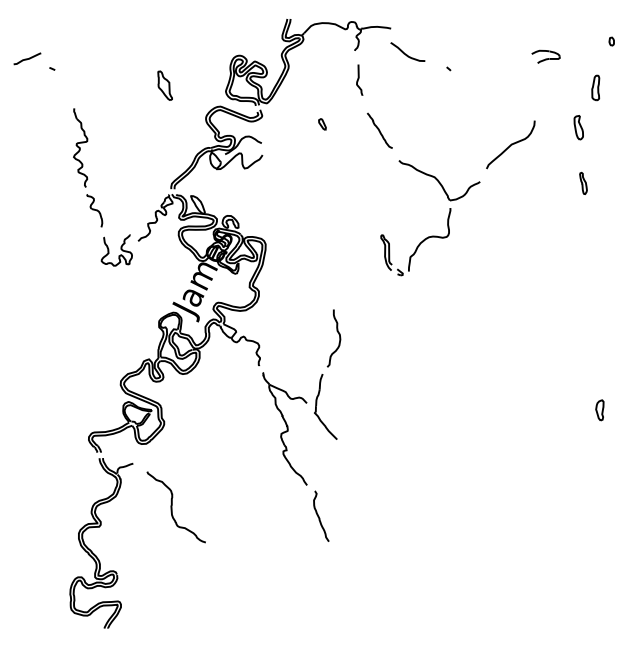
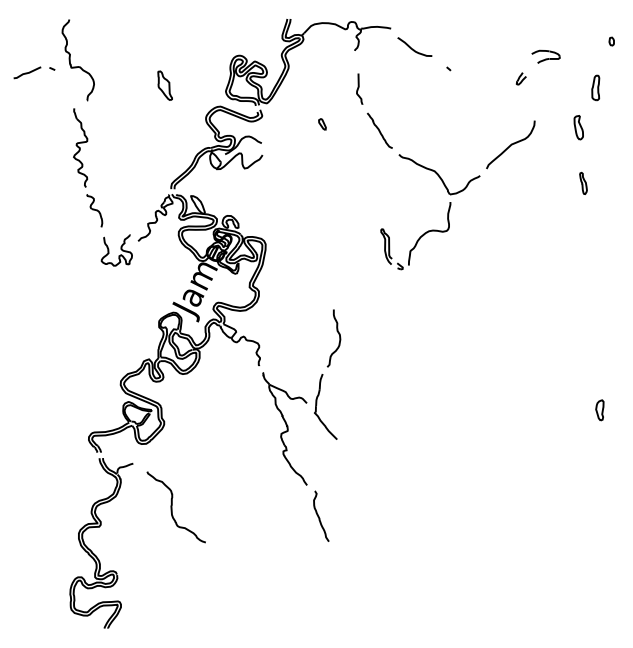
curve at (405, 53) position: (405, 53) -> (412, 48)
line at (27, 58) position: (27, 58) -> (27, 72)
curve at (77, 66): none -> present
part at (520, 78): none -> present
curve at (359, 79) position: (359, 79) -> (359, 88)
part at (447, 218) position: (447, 218) -> (447, 212)
